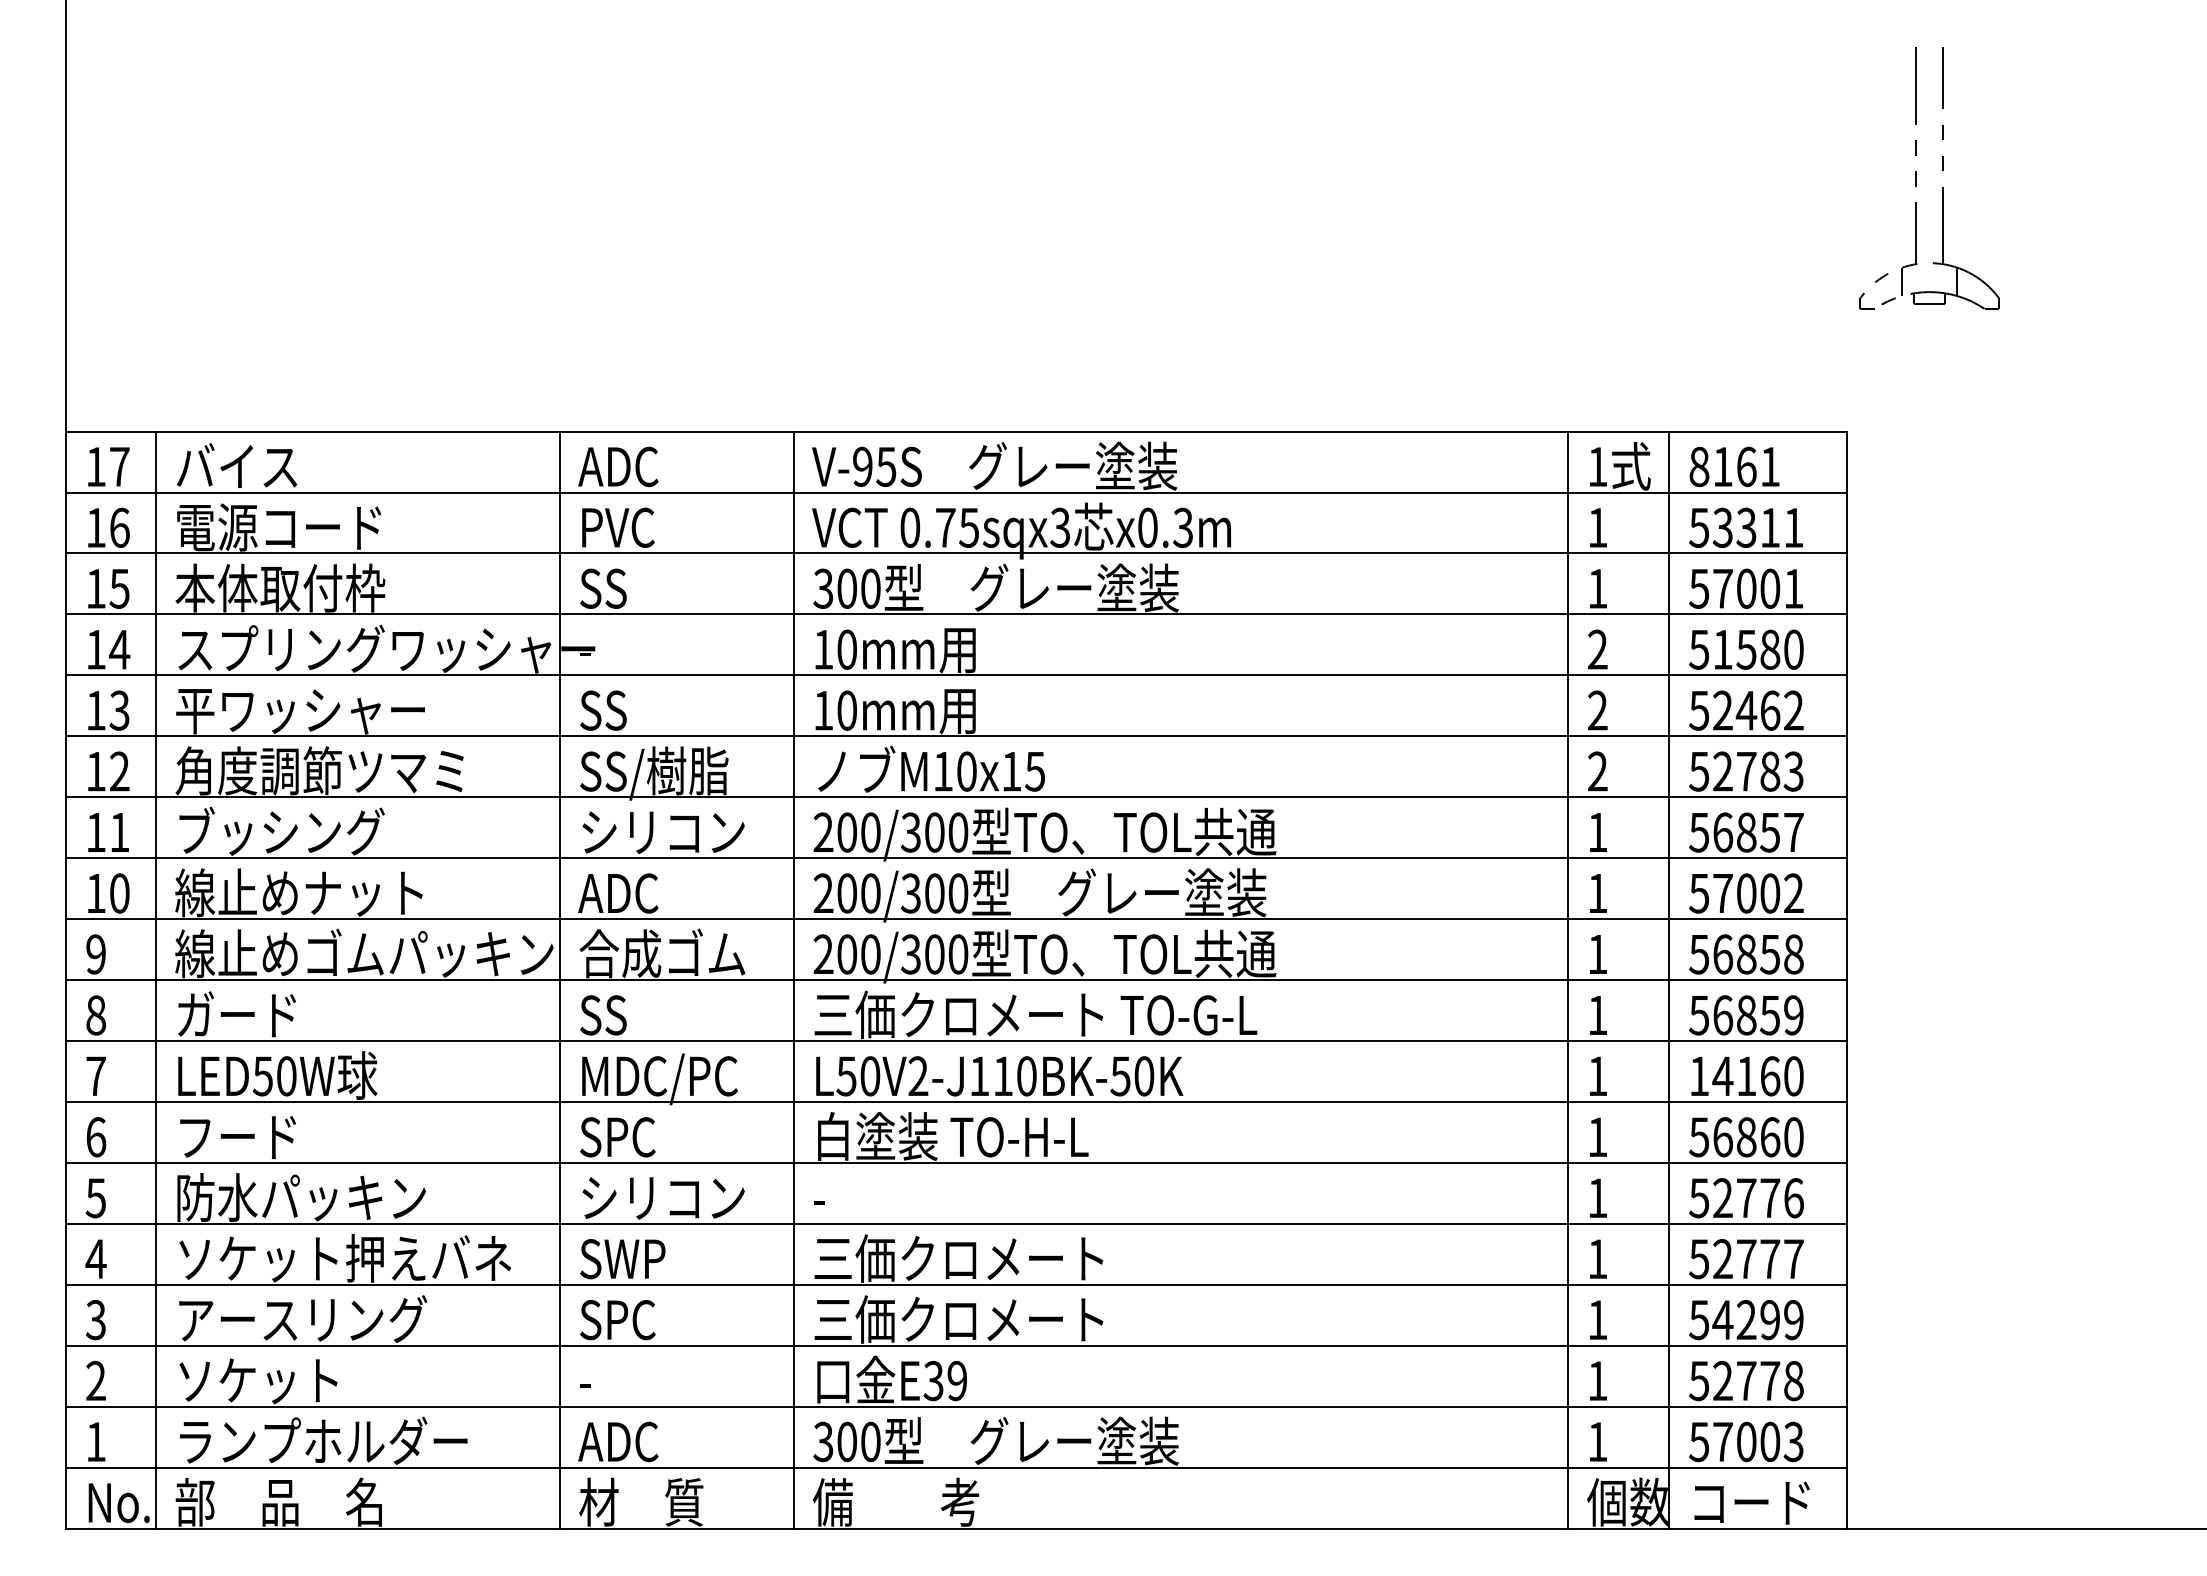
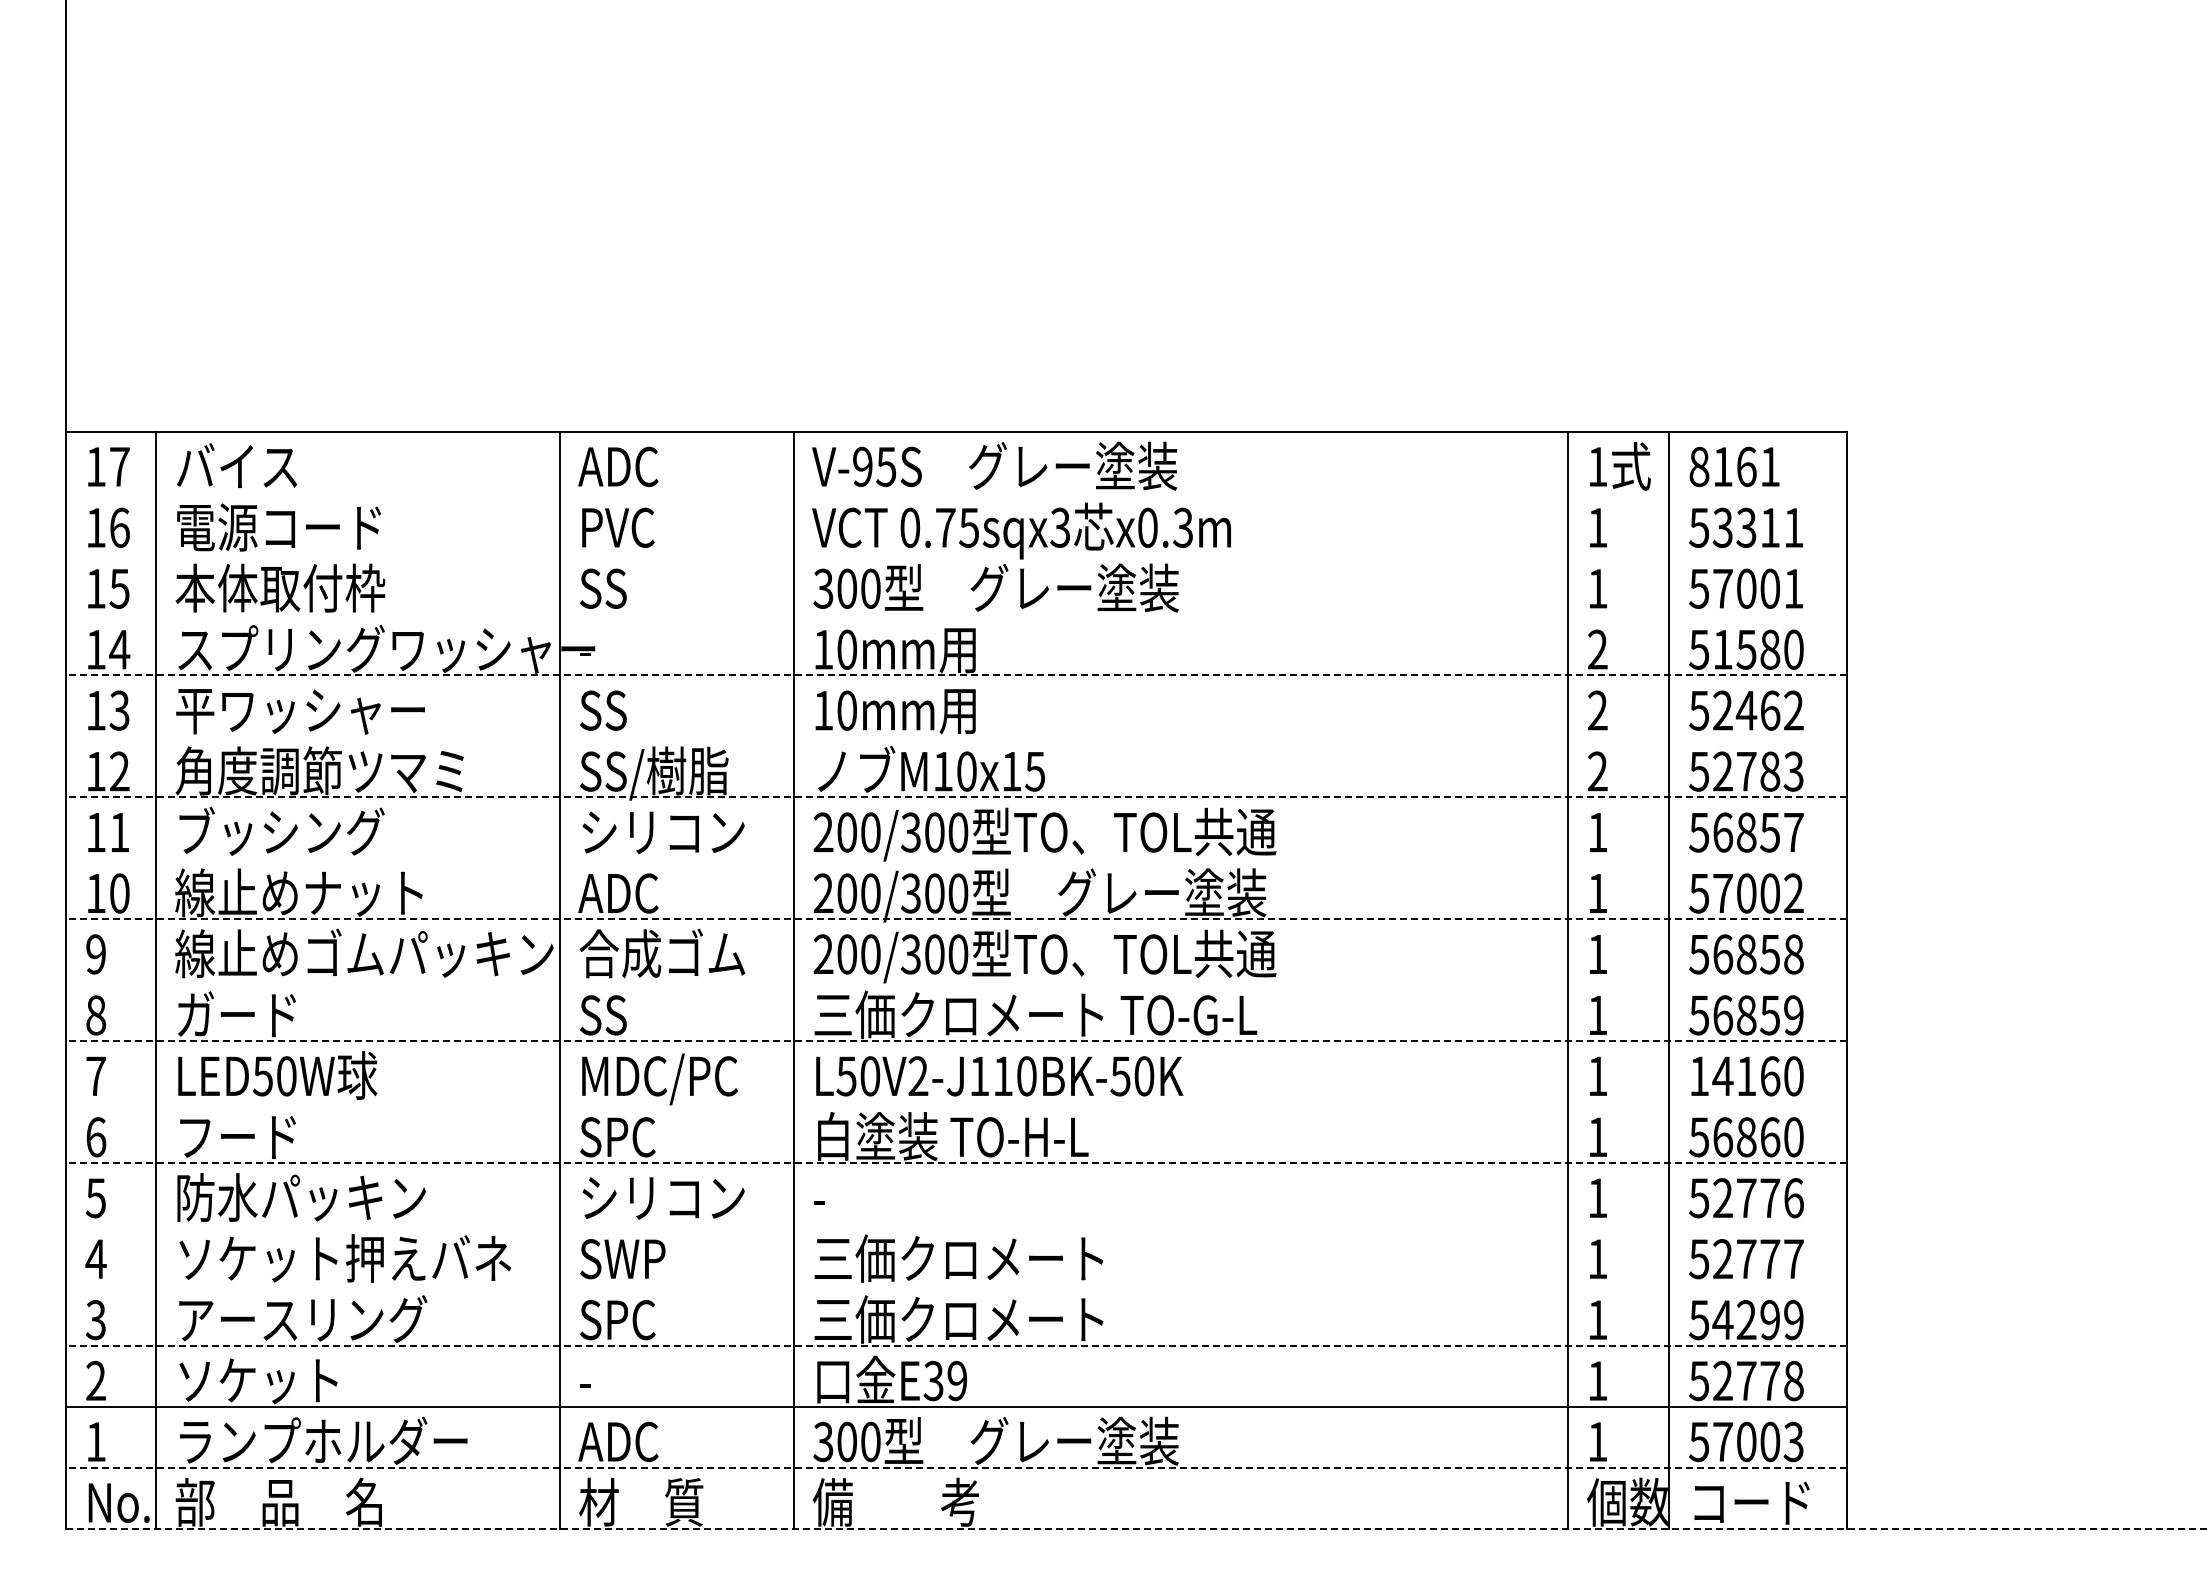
part at (1916, 178): present -> none
line at (956, 492): present -> none
line at (956, 553): present -> none
line at (956, 614): present -> none
line at (956, 675): solid -> dashed
line at (956, 736): present -> none
line at (956, 797): solid -> dashed
line at (956, 858): present -> none
line at (956, 919): solid -> dashed
line at (956, 980): present -> none
line at (956, 1041): solid -> dashed
line at (956, 1101): present -> none
line at (956, 1162): solid -> dashed
line at (956, 1223): present -> none
line at (956, 1284): present -> none
line at (956, 1345): solid -> dashed
line at (956, 1467): solid -> dashed
line at (1137, 1528): solid -> dashed
